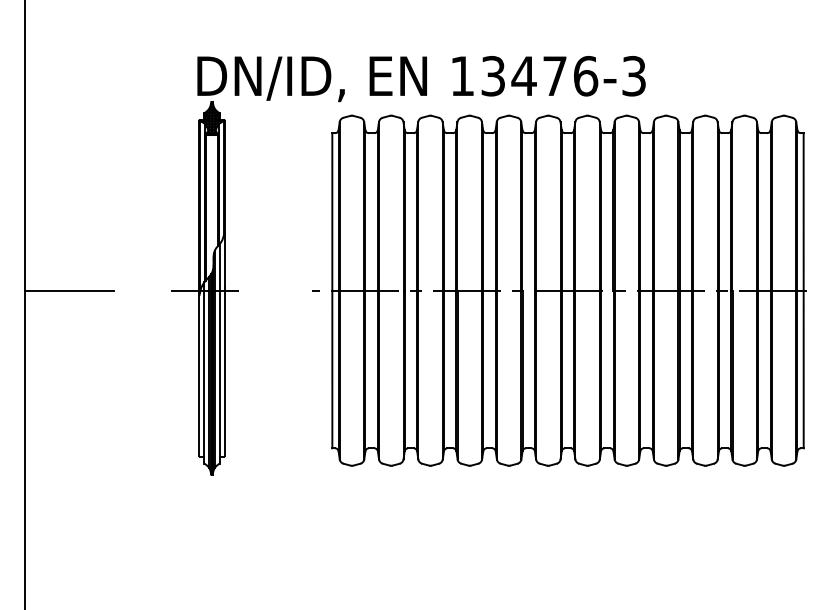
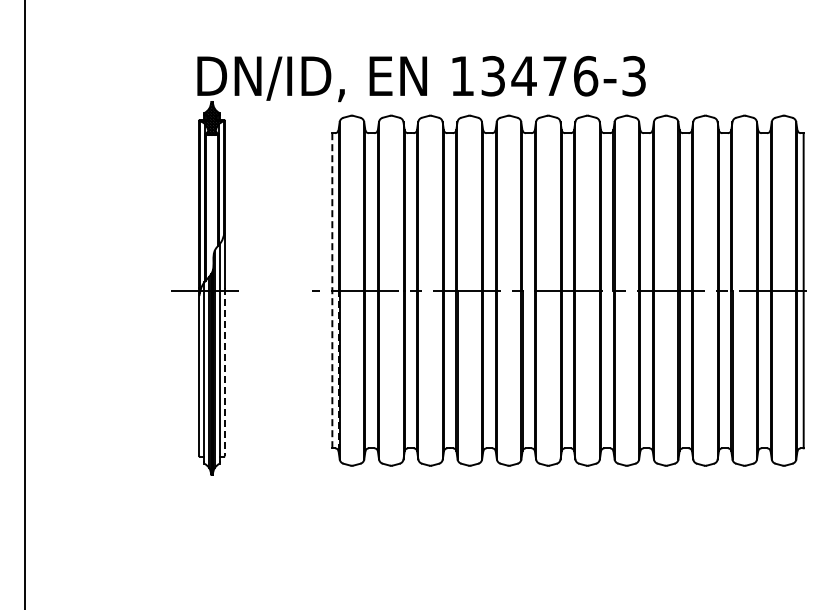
line at (68, 290): present -> none
line at (332, 290): solid -> dashed
line at (338, 370): solid -> dashed
line at (224, 372): solid -> dashed
